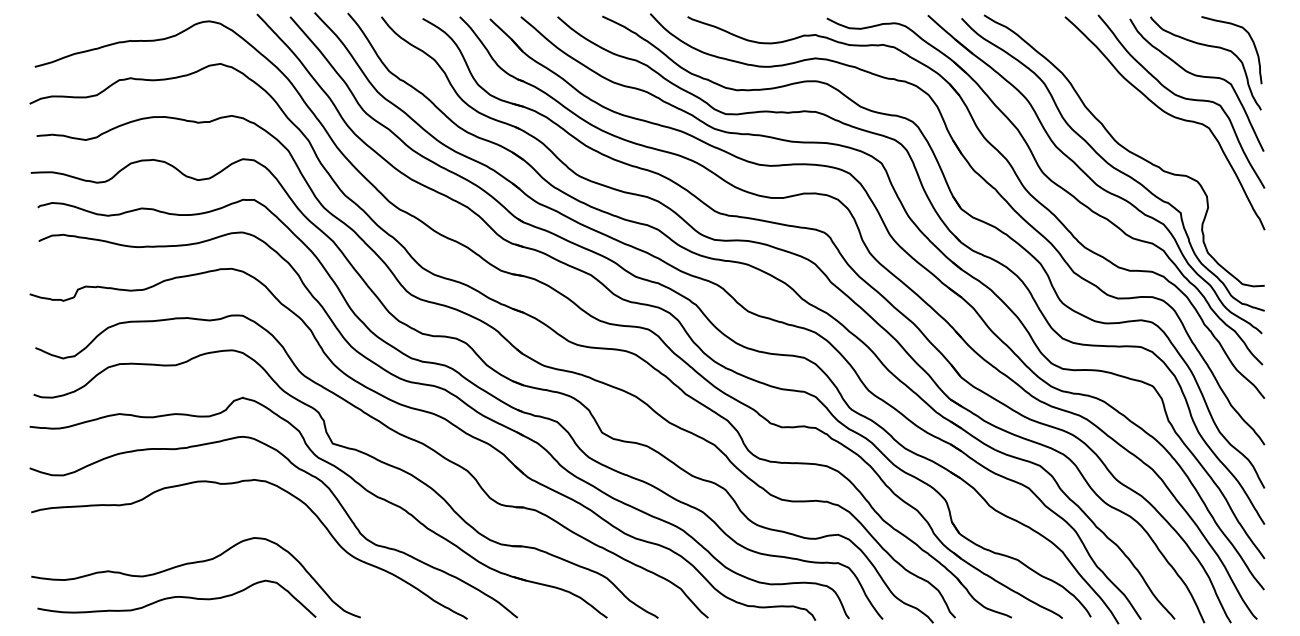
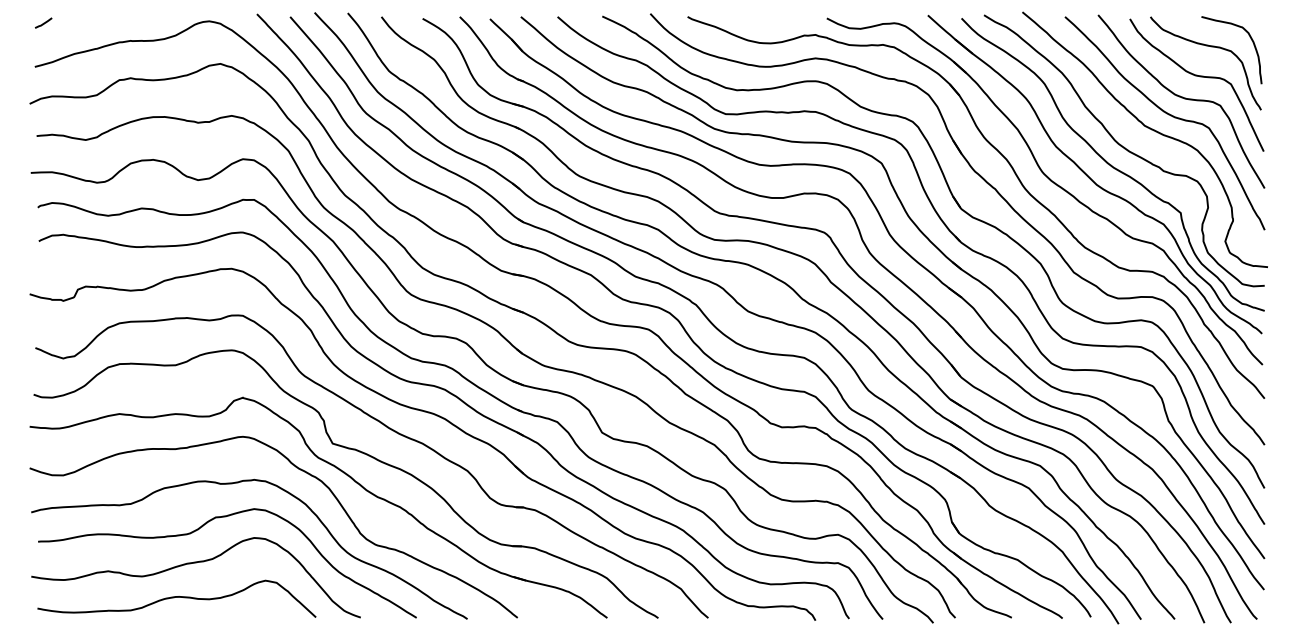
line at (43, 22): none -> present
curve at (1149, 129): none -> present
curve at (202, 527): none -> present
